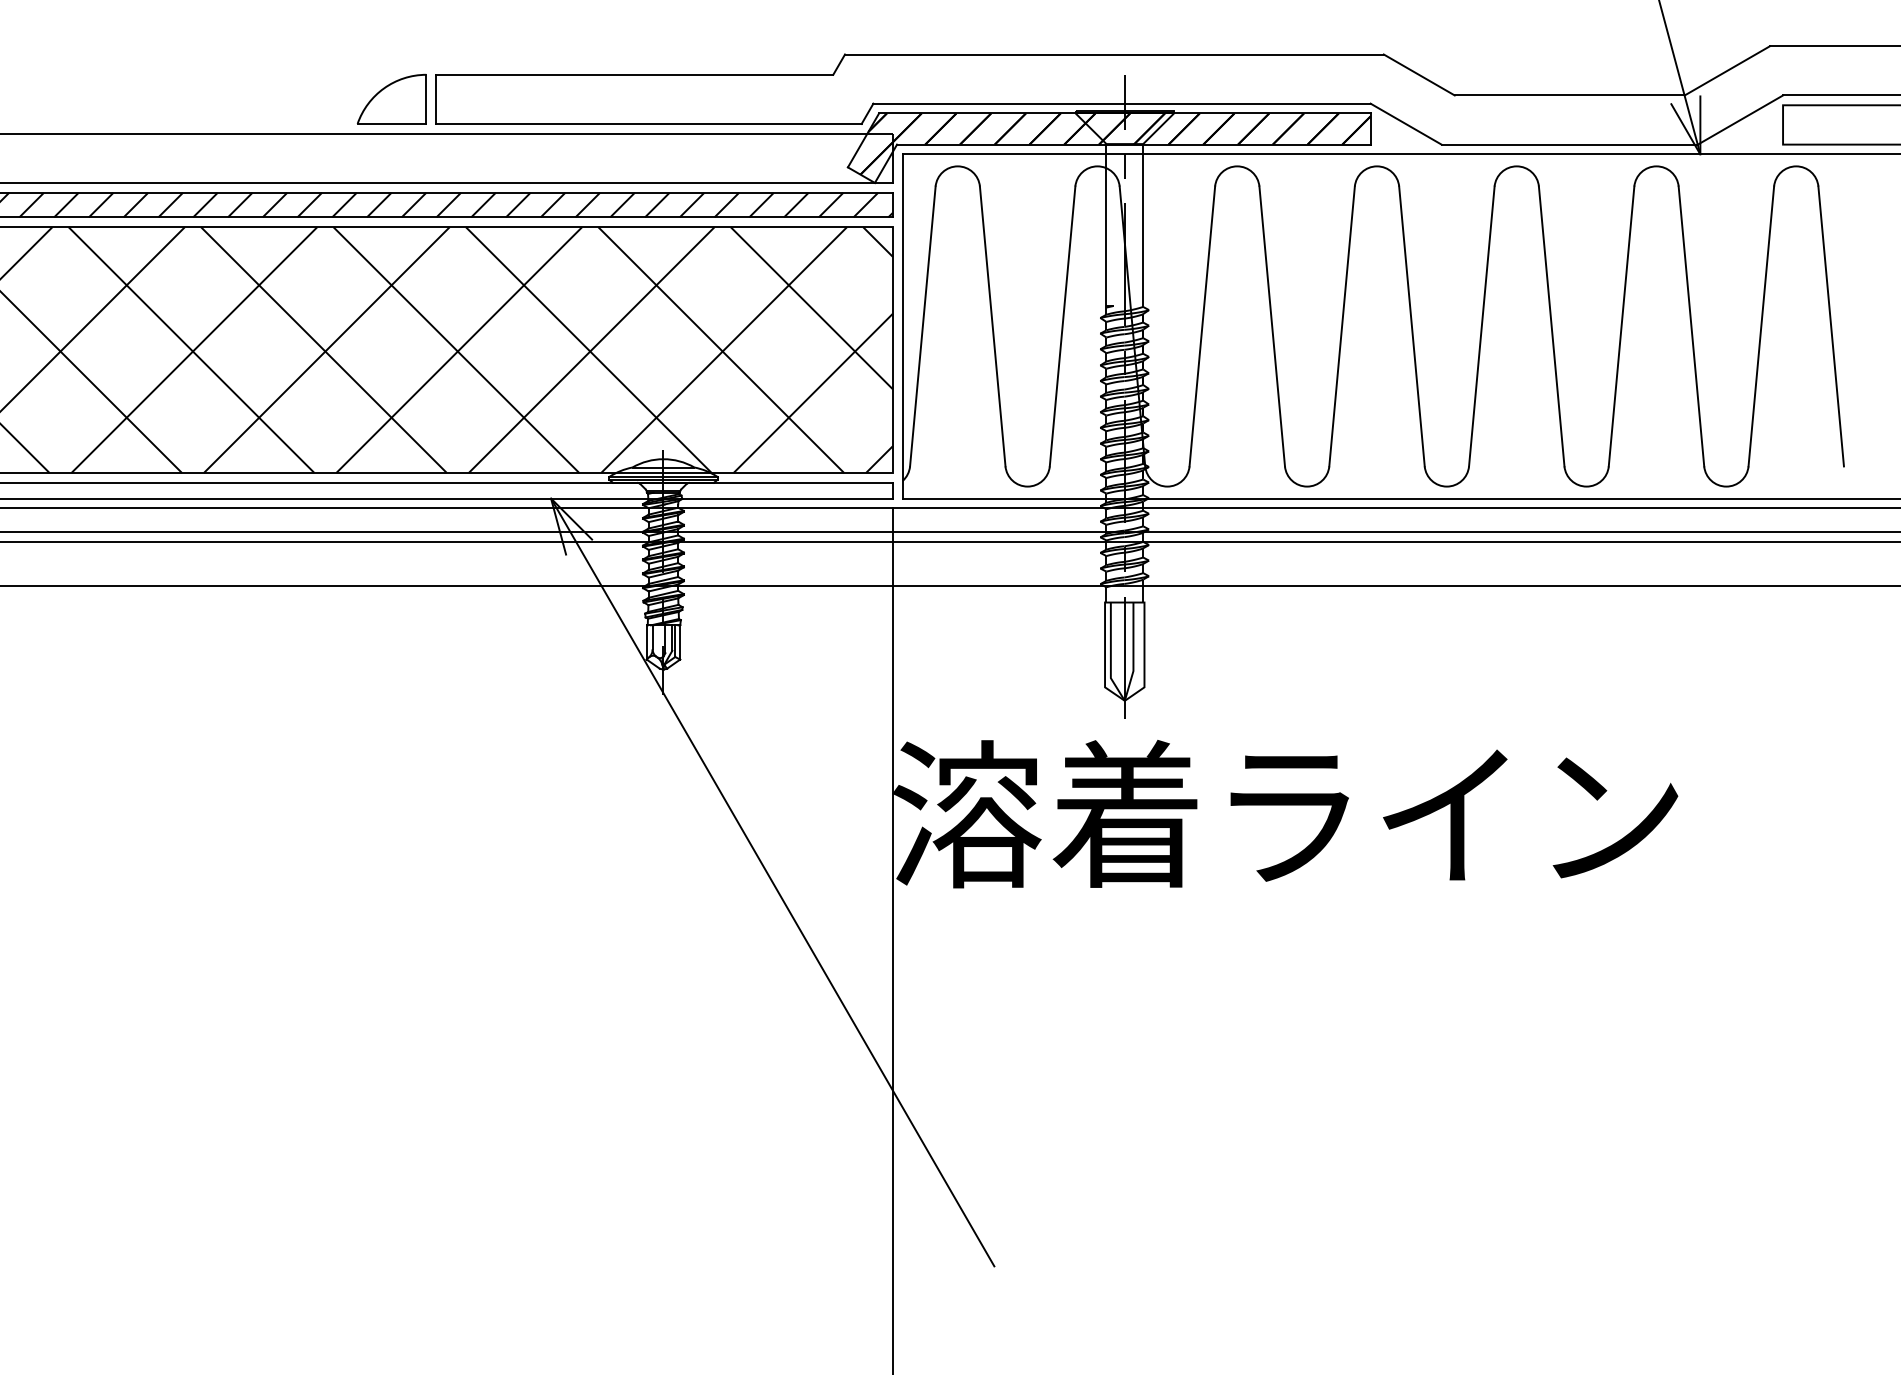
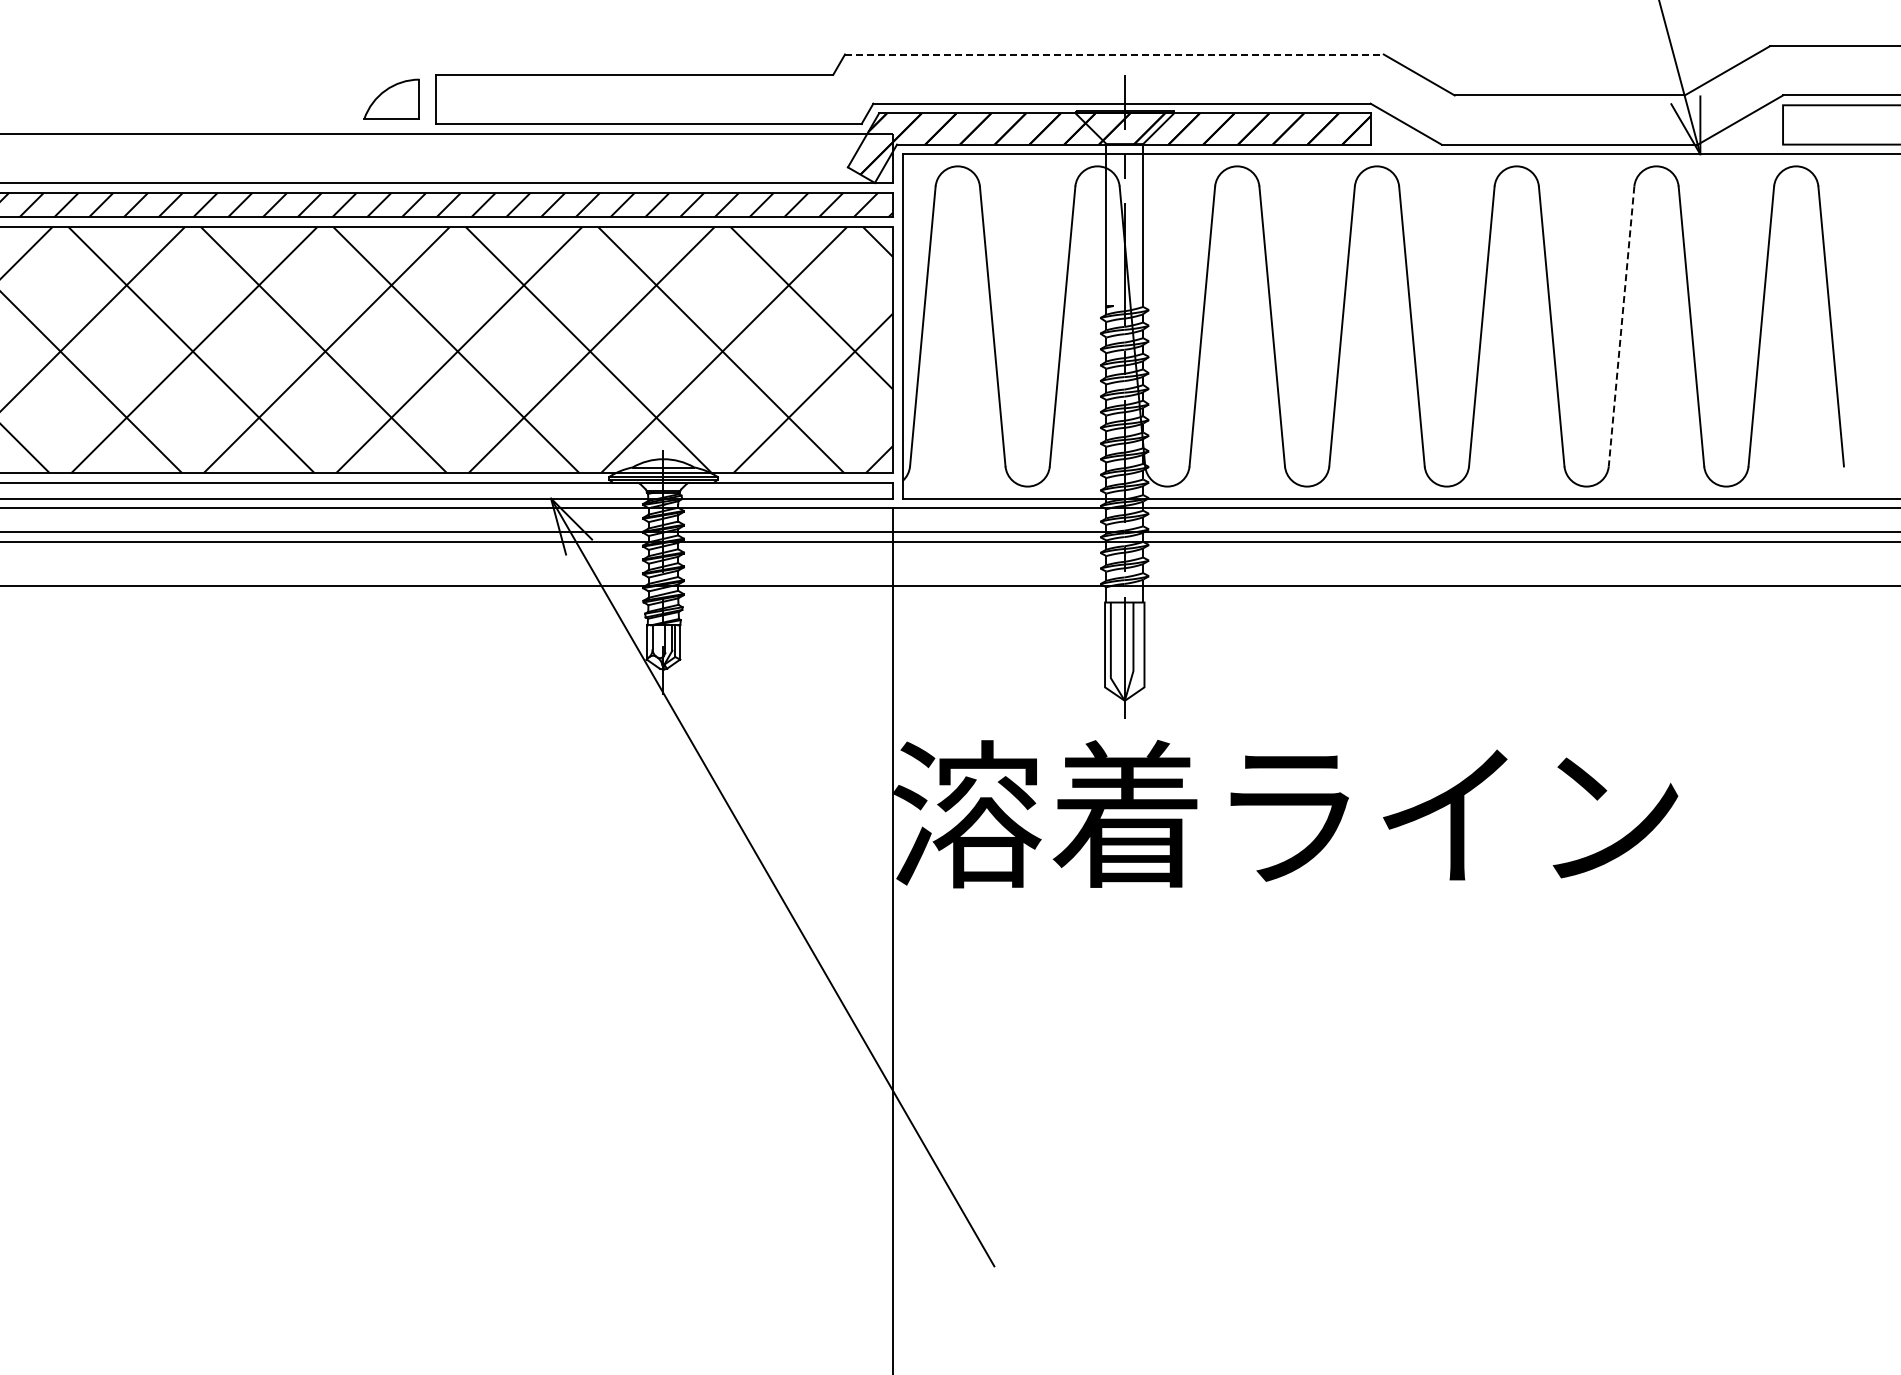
line at (1114, 54): solid -> dashed
part at (391, 98) size: 71x52 px -> 57x42 px
line at (1621, 326): solid -> dashed
